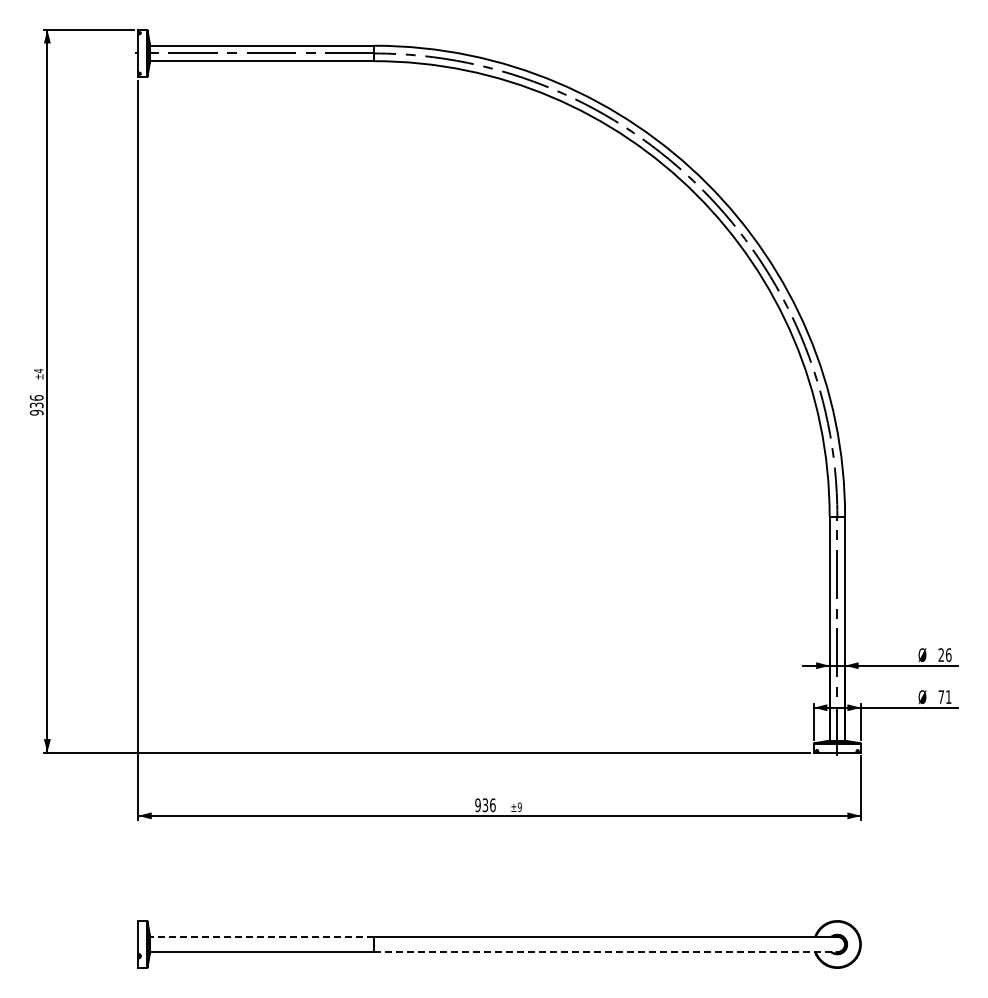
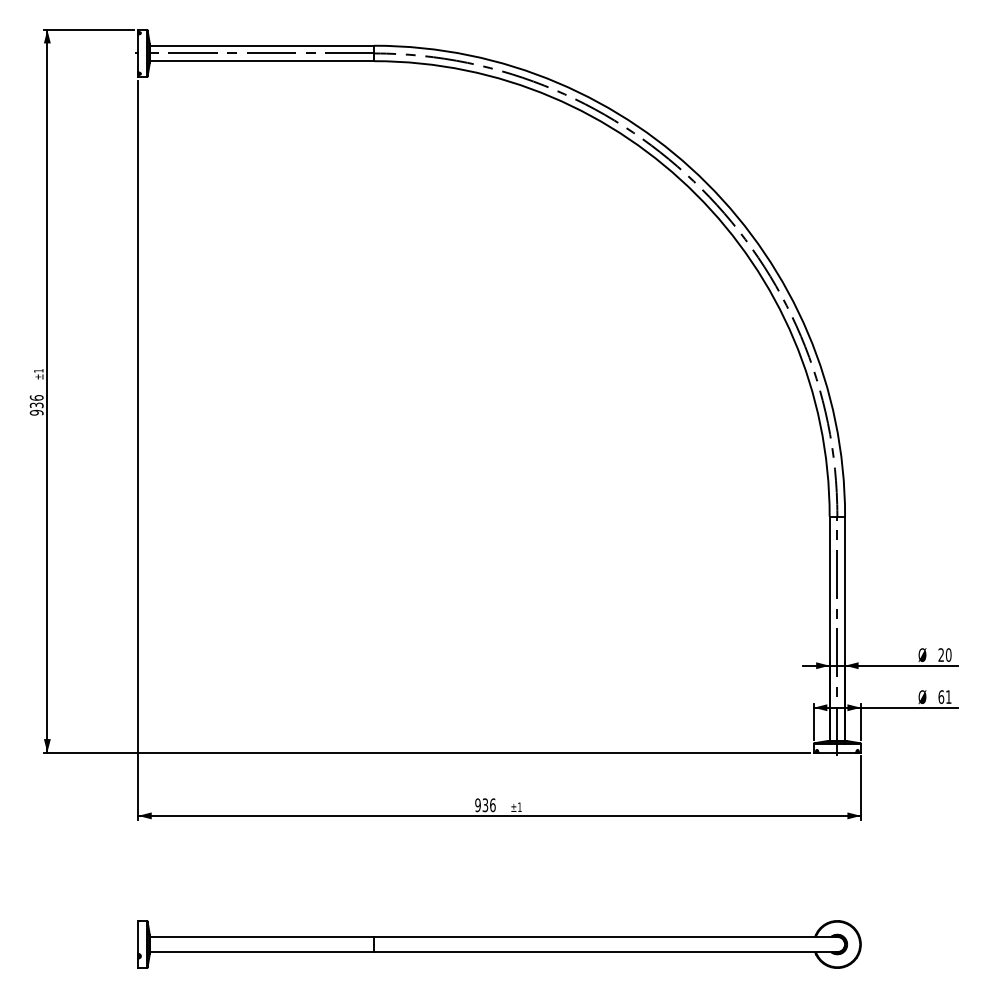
text at (38, 370): ±4 -> ±1
text at (948, 654): 26 -> 20
text at (941, 696): 71 -> 61
text at (519, 807): ±9 -> ±1
line at (261, 936): dashed -> solid
line at (605, 952): dashed -> solid
